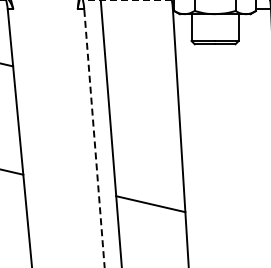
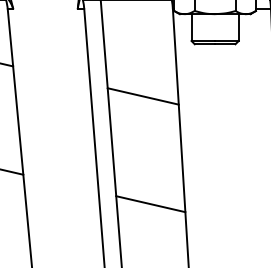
line at (126, 0): dashed -> solid
line at (142, 96): none -> present
line at (94, 137): dashed -> solid
